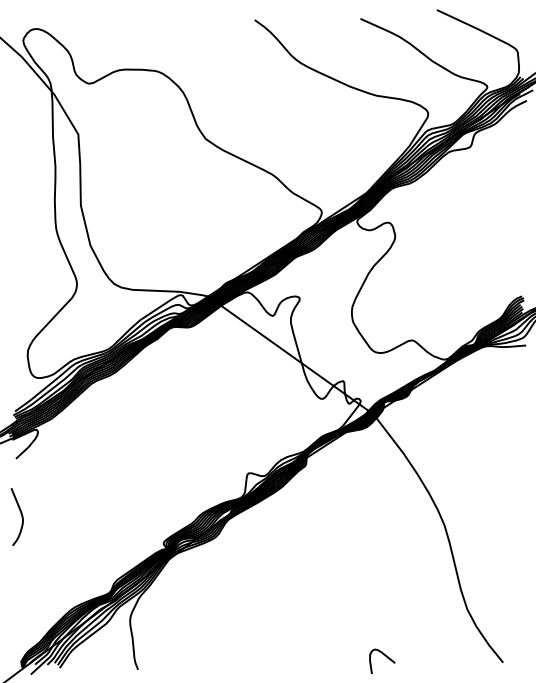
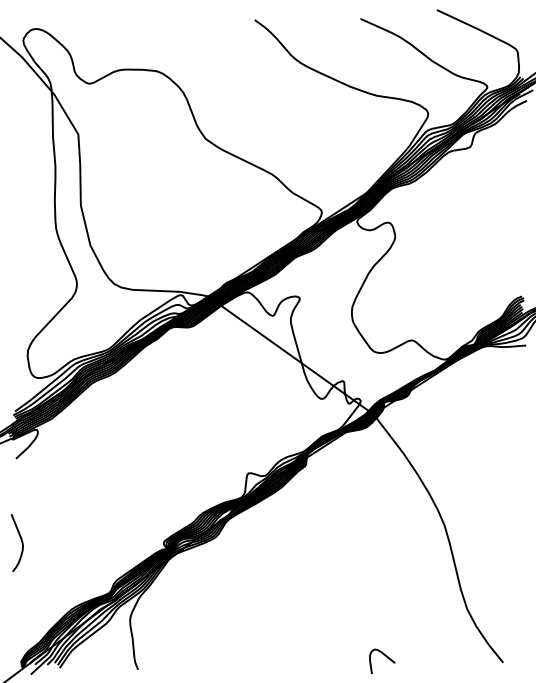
curve at (21, 517) position: (21, 517) -> (21, 543)
